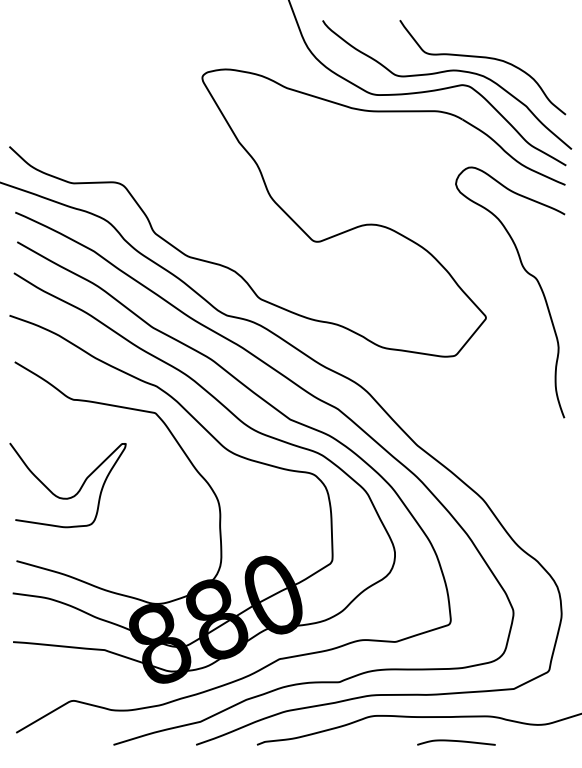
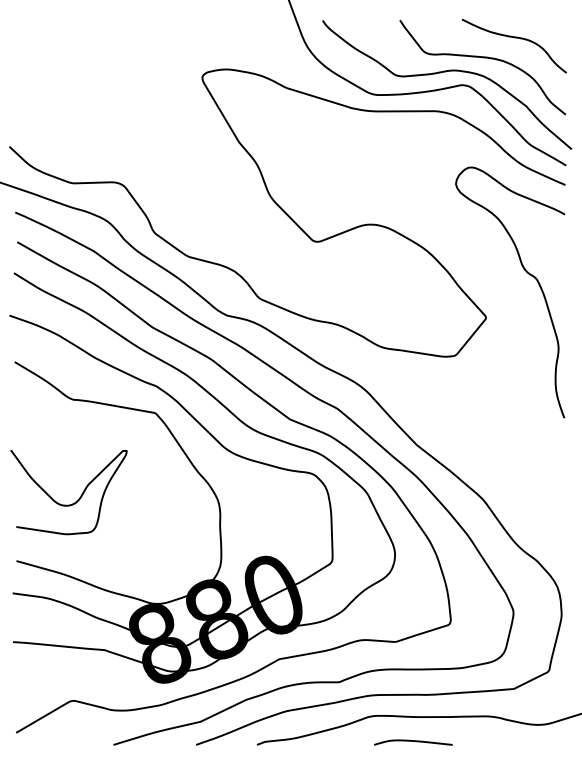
curve at (514, 38): none -> present
curve at (75, 493) position: (75, 493) -> (76, 500)
curve at (456, 741) position: (456, 741) -> (413, 741)
